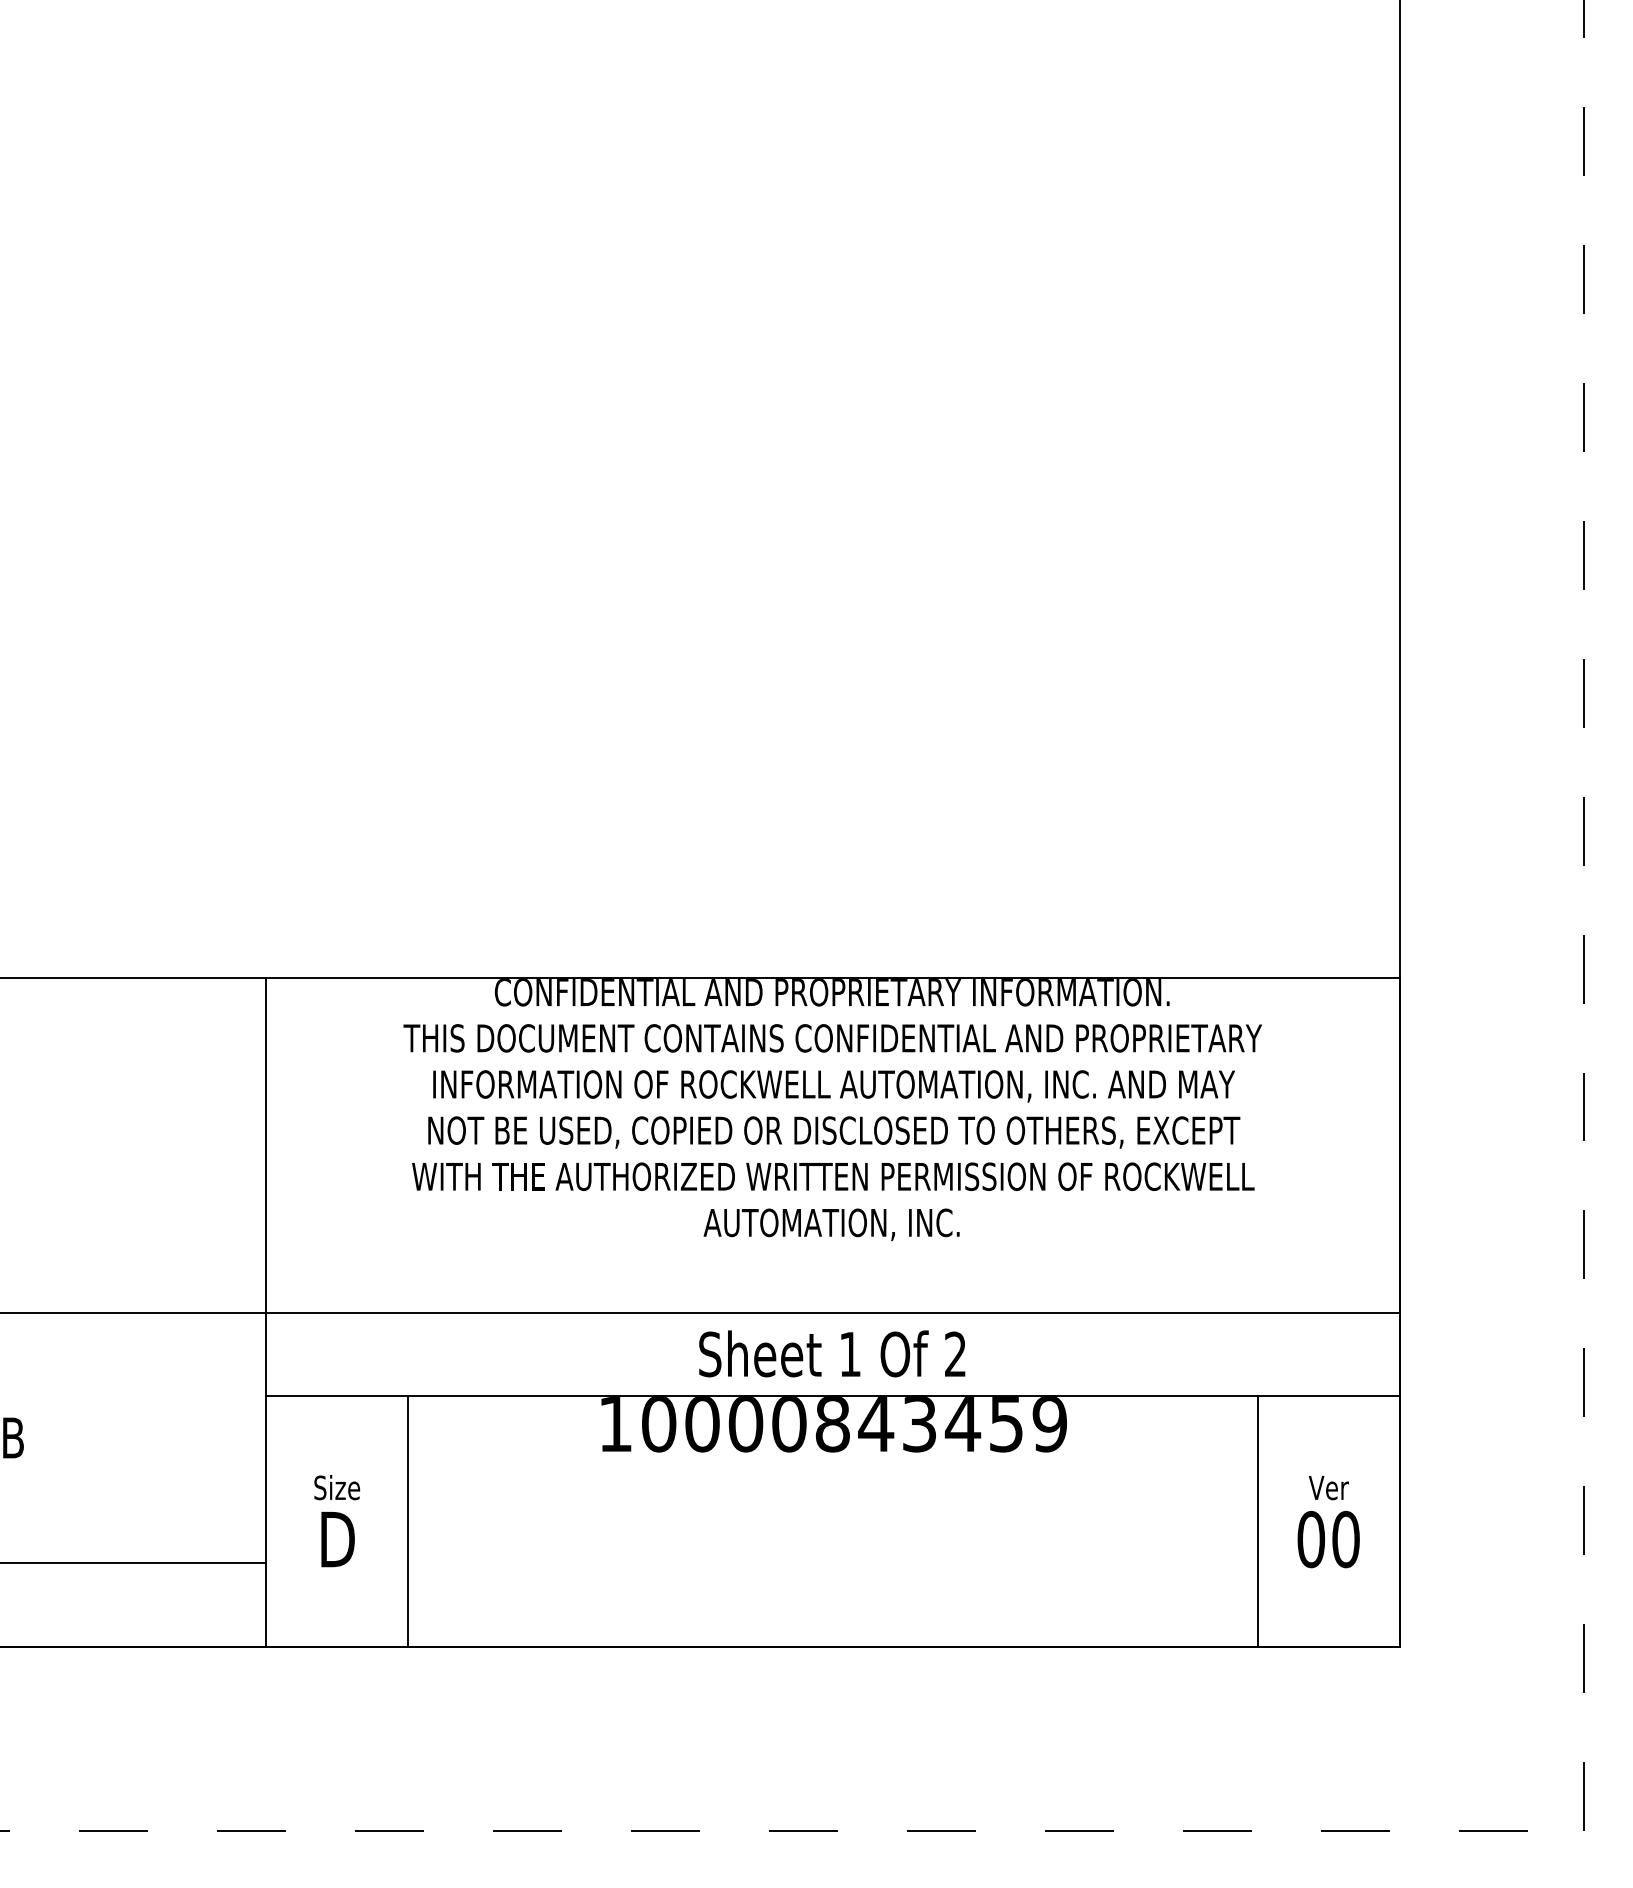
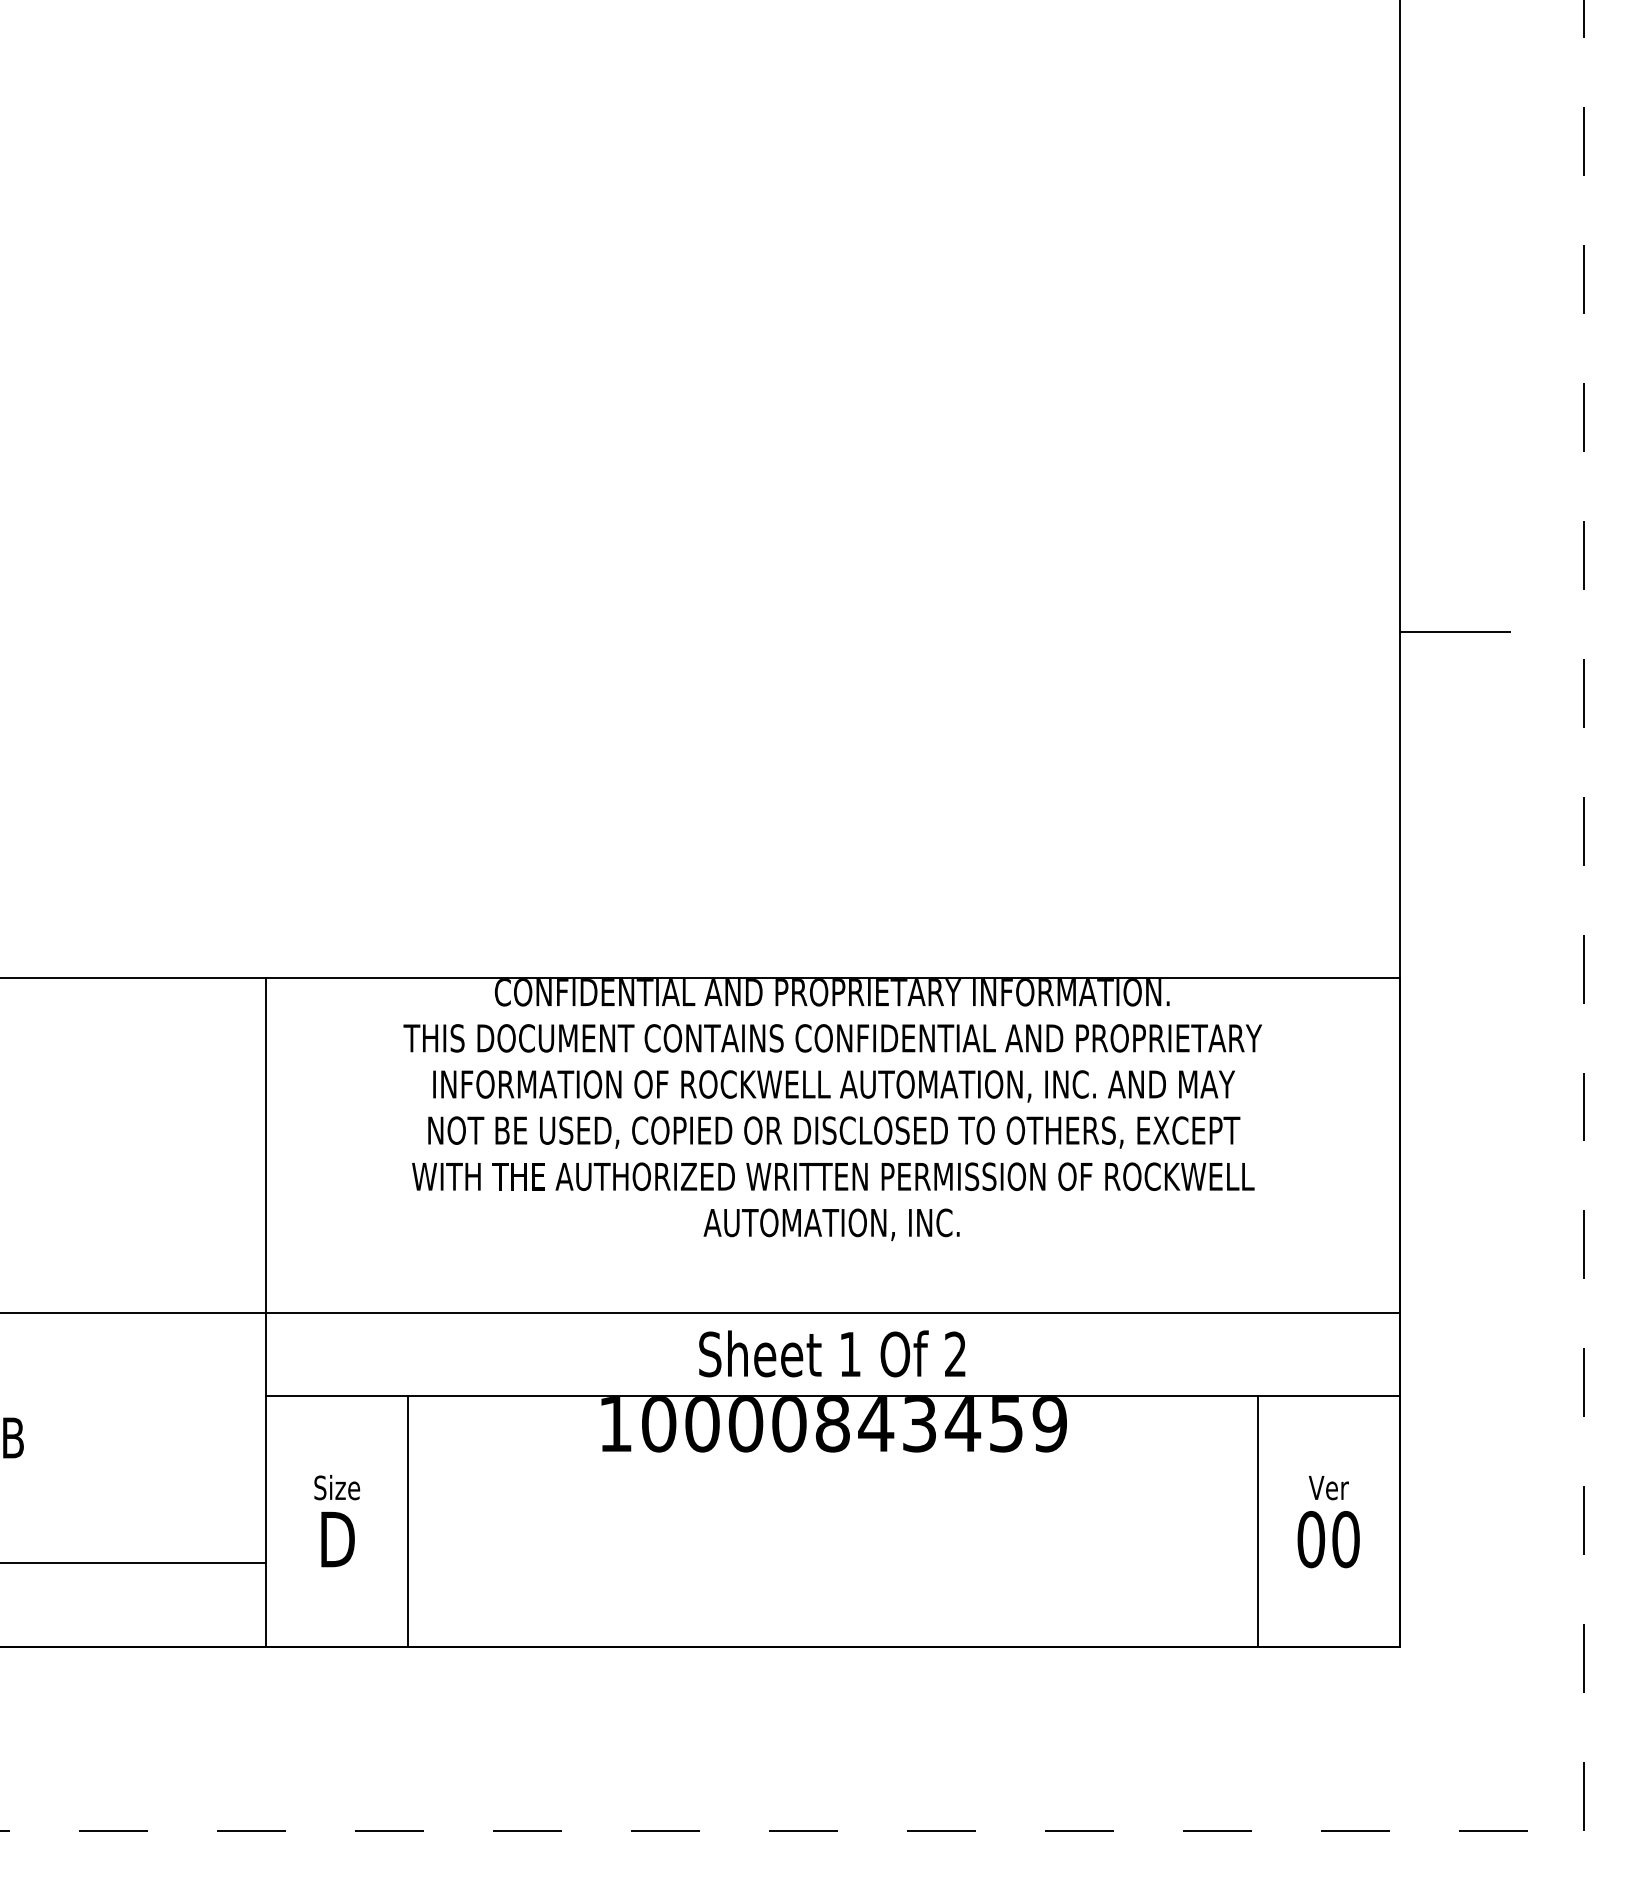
line at (1454, 632): none -> present
